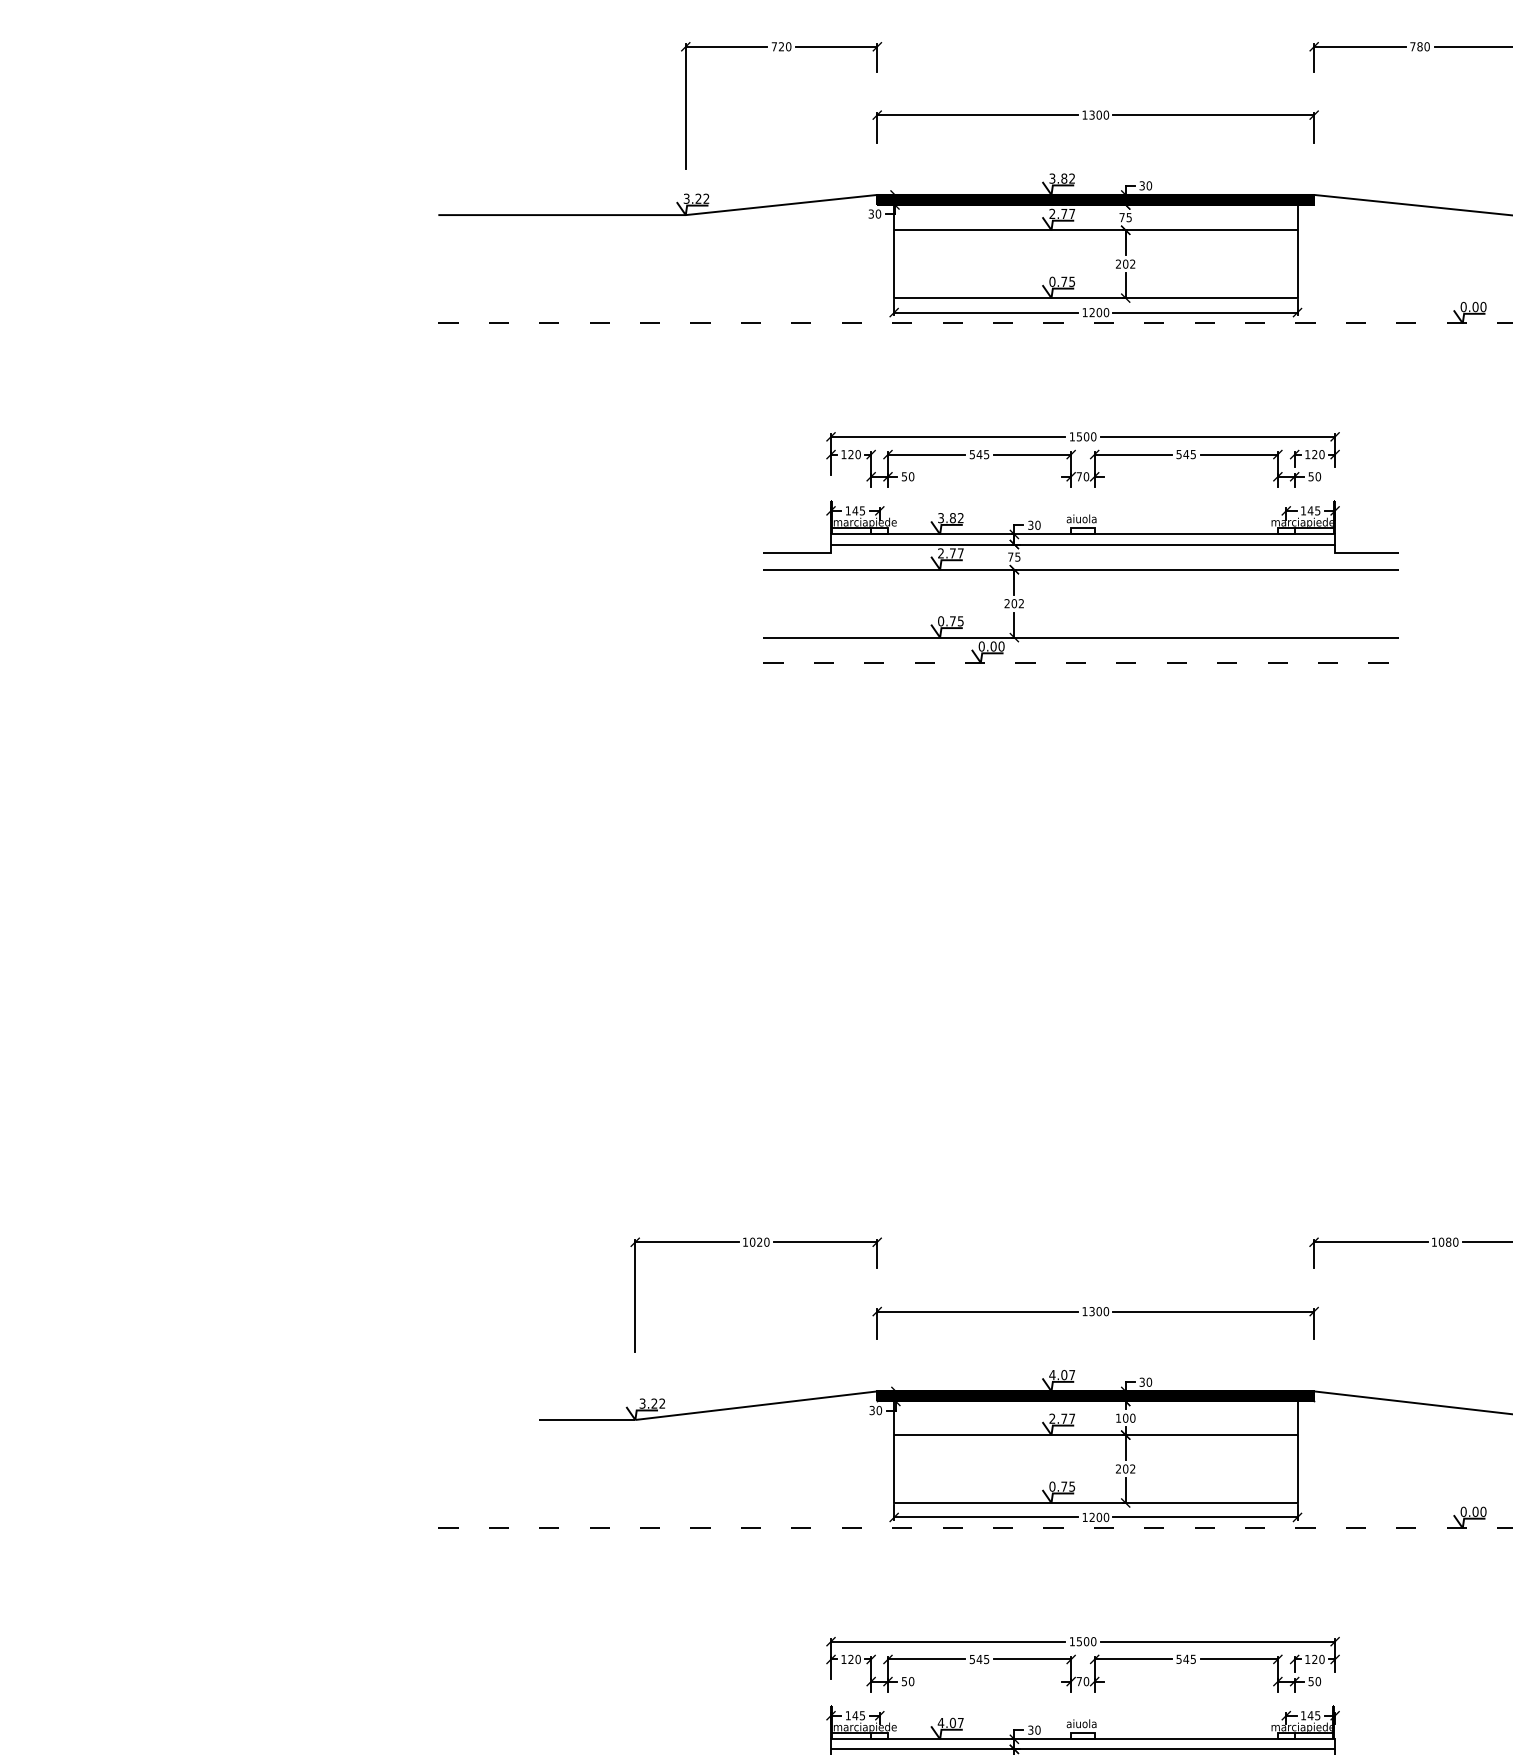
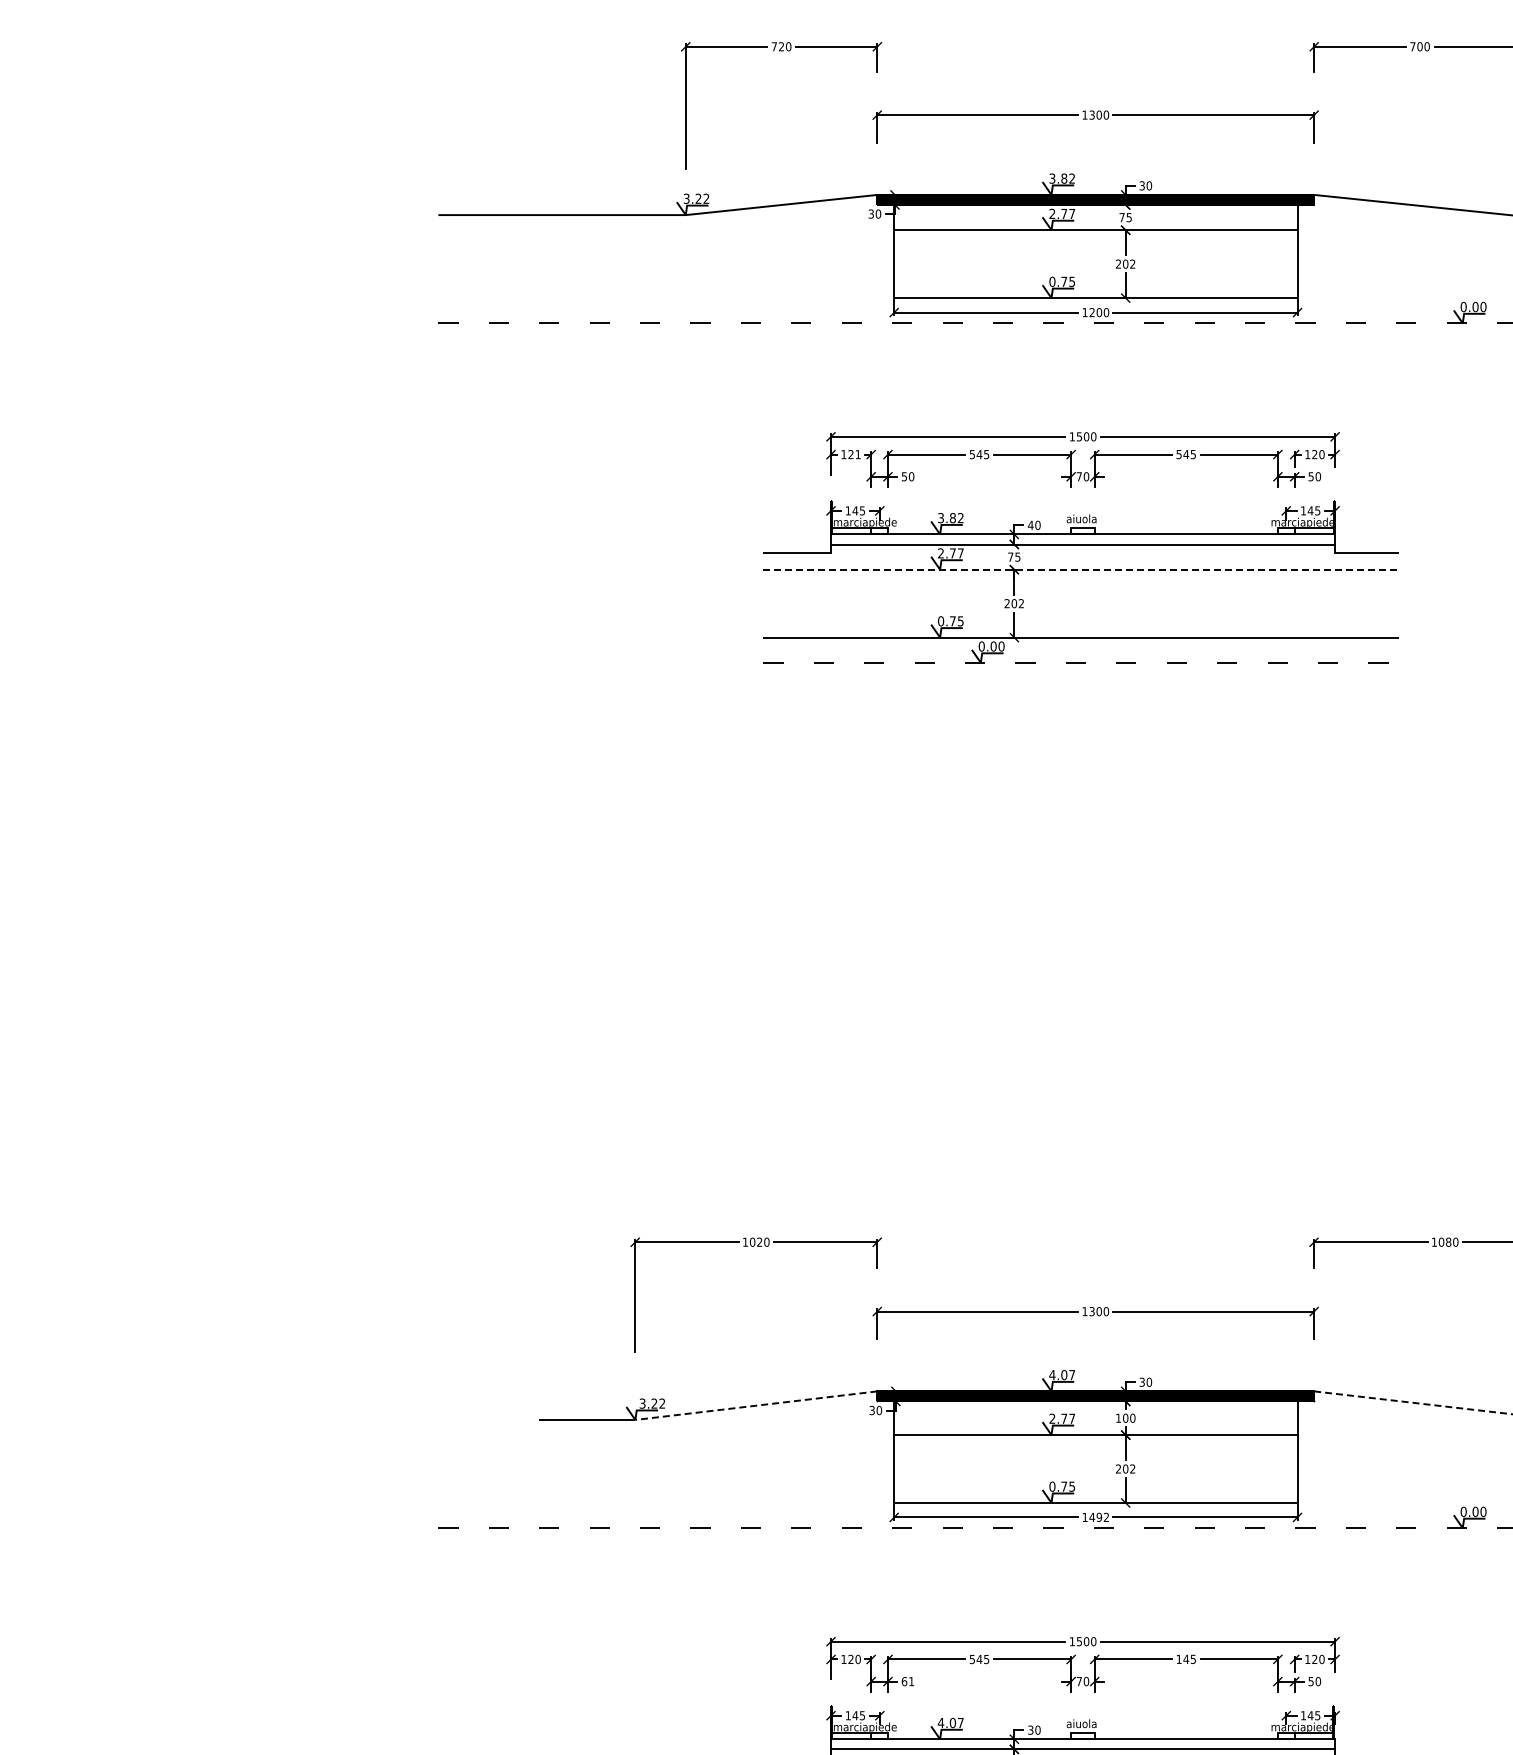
text at (1419, 46): 780 -> 700
text at (857, 454): 120 -> 121
text at (1030, 524): 30 -> 40
line at (1081, 569): solid -> dashed
line at (1413, 1402): solid -> dashed
line at (756, 1405): solid -> dashed
text at (1099, 1517): 1200 -> 1492
text at (1178, 1658): 545 -> 145
text at (907, 1681): 50 -> 61
